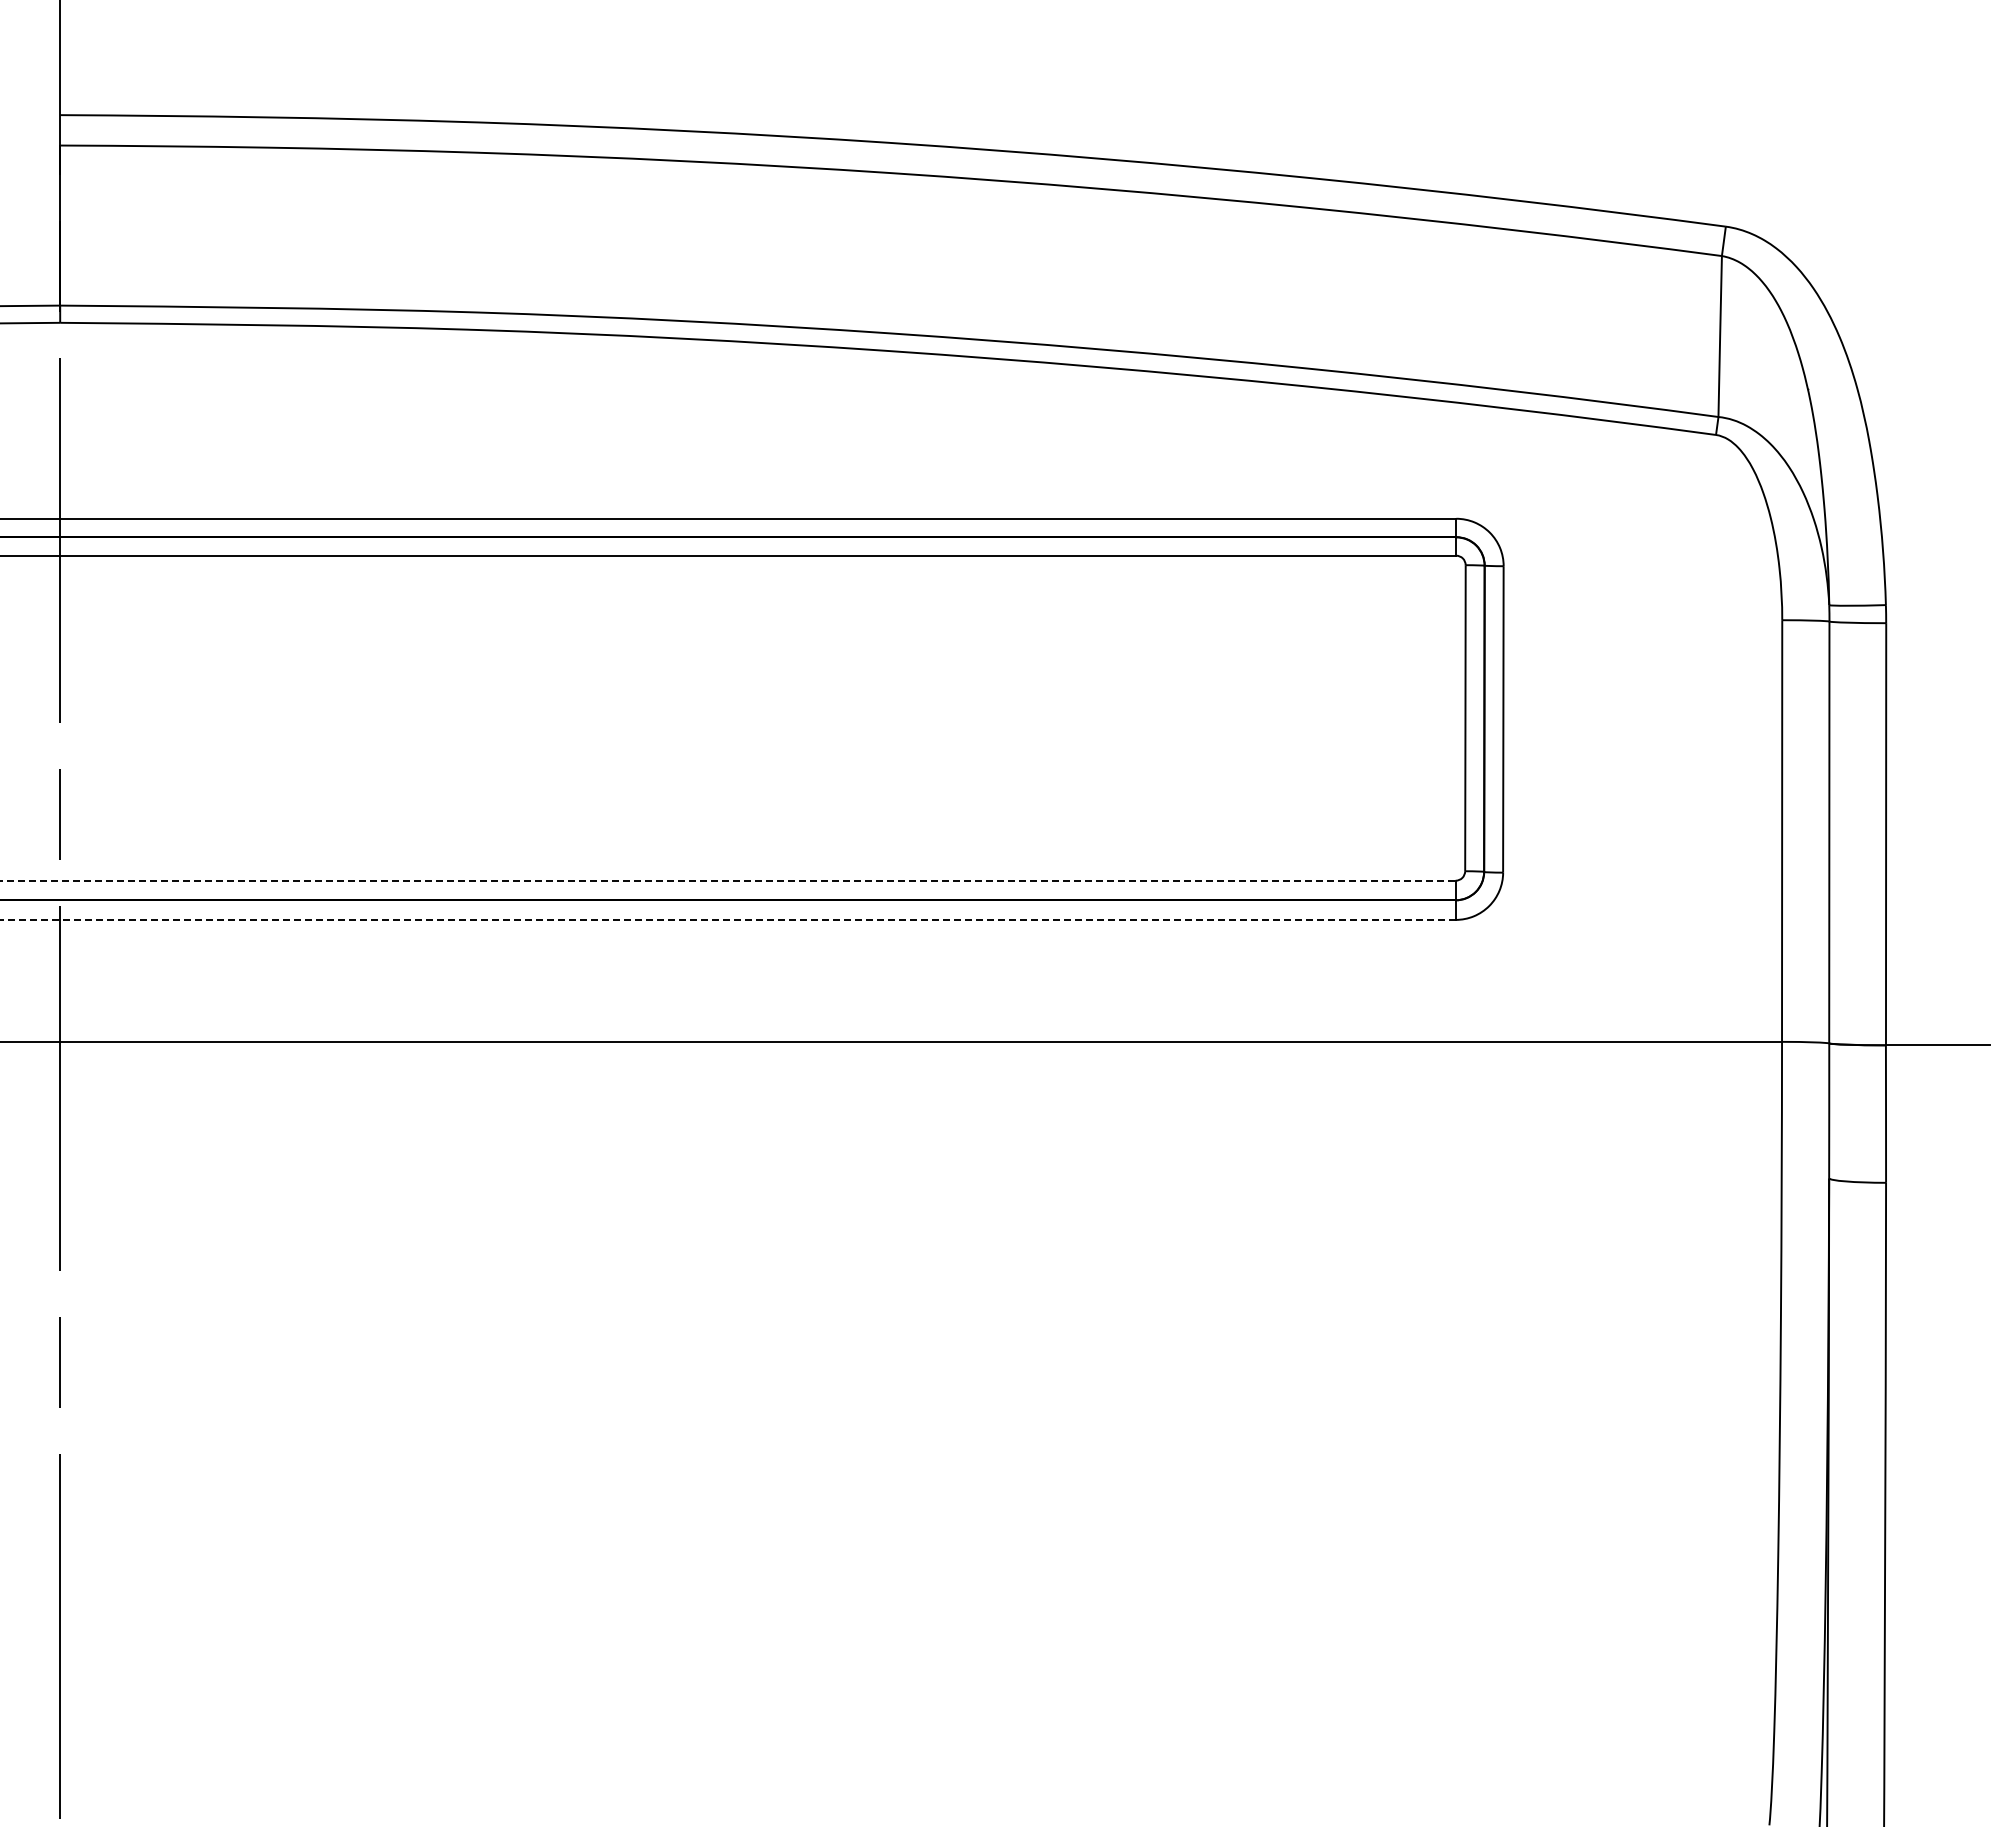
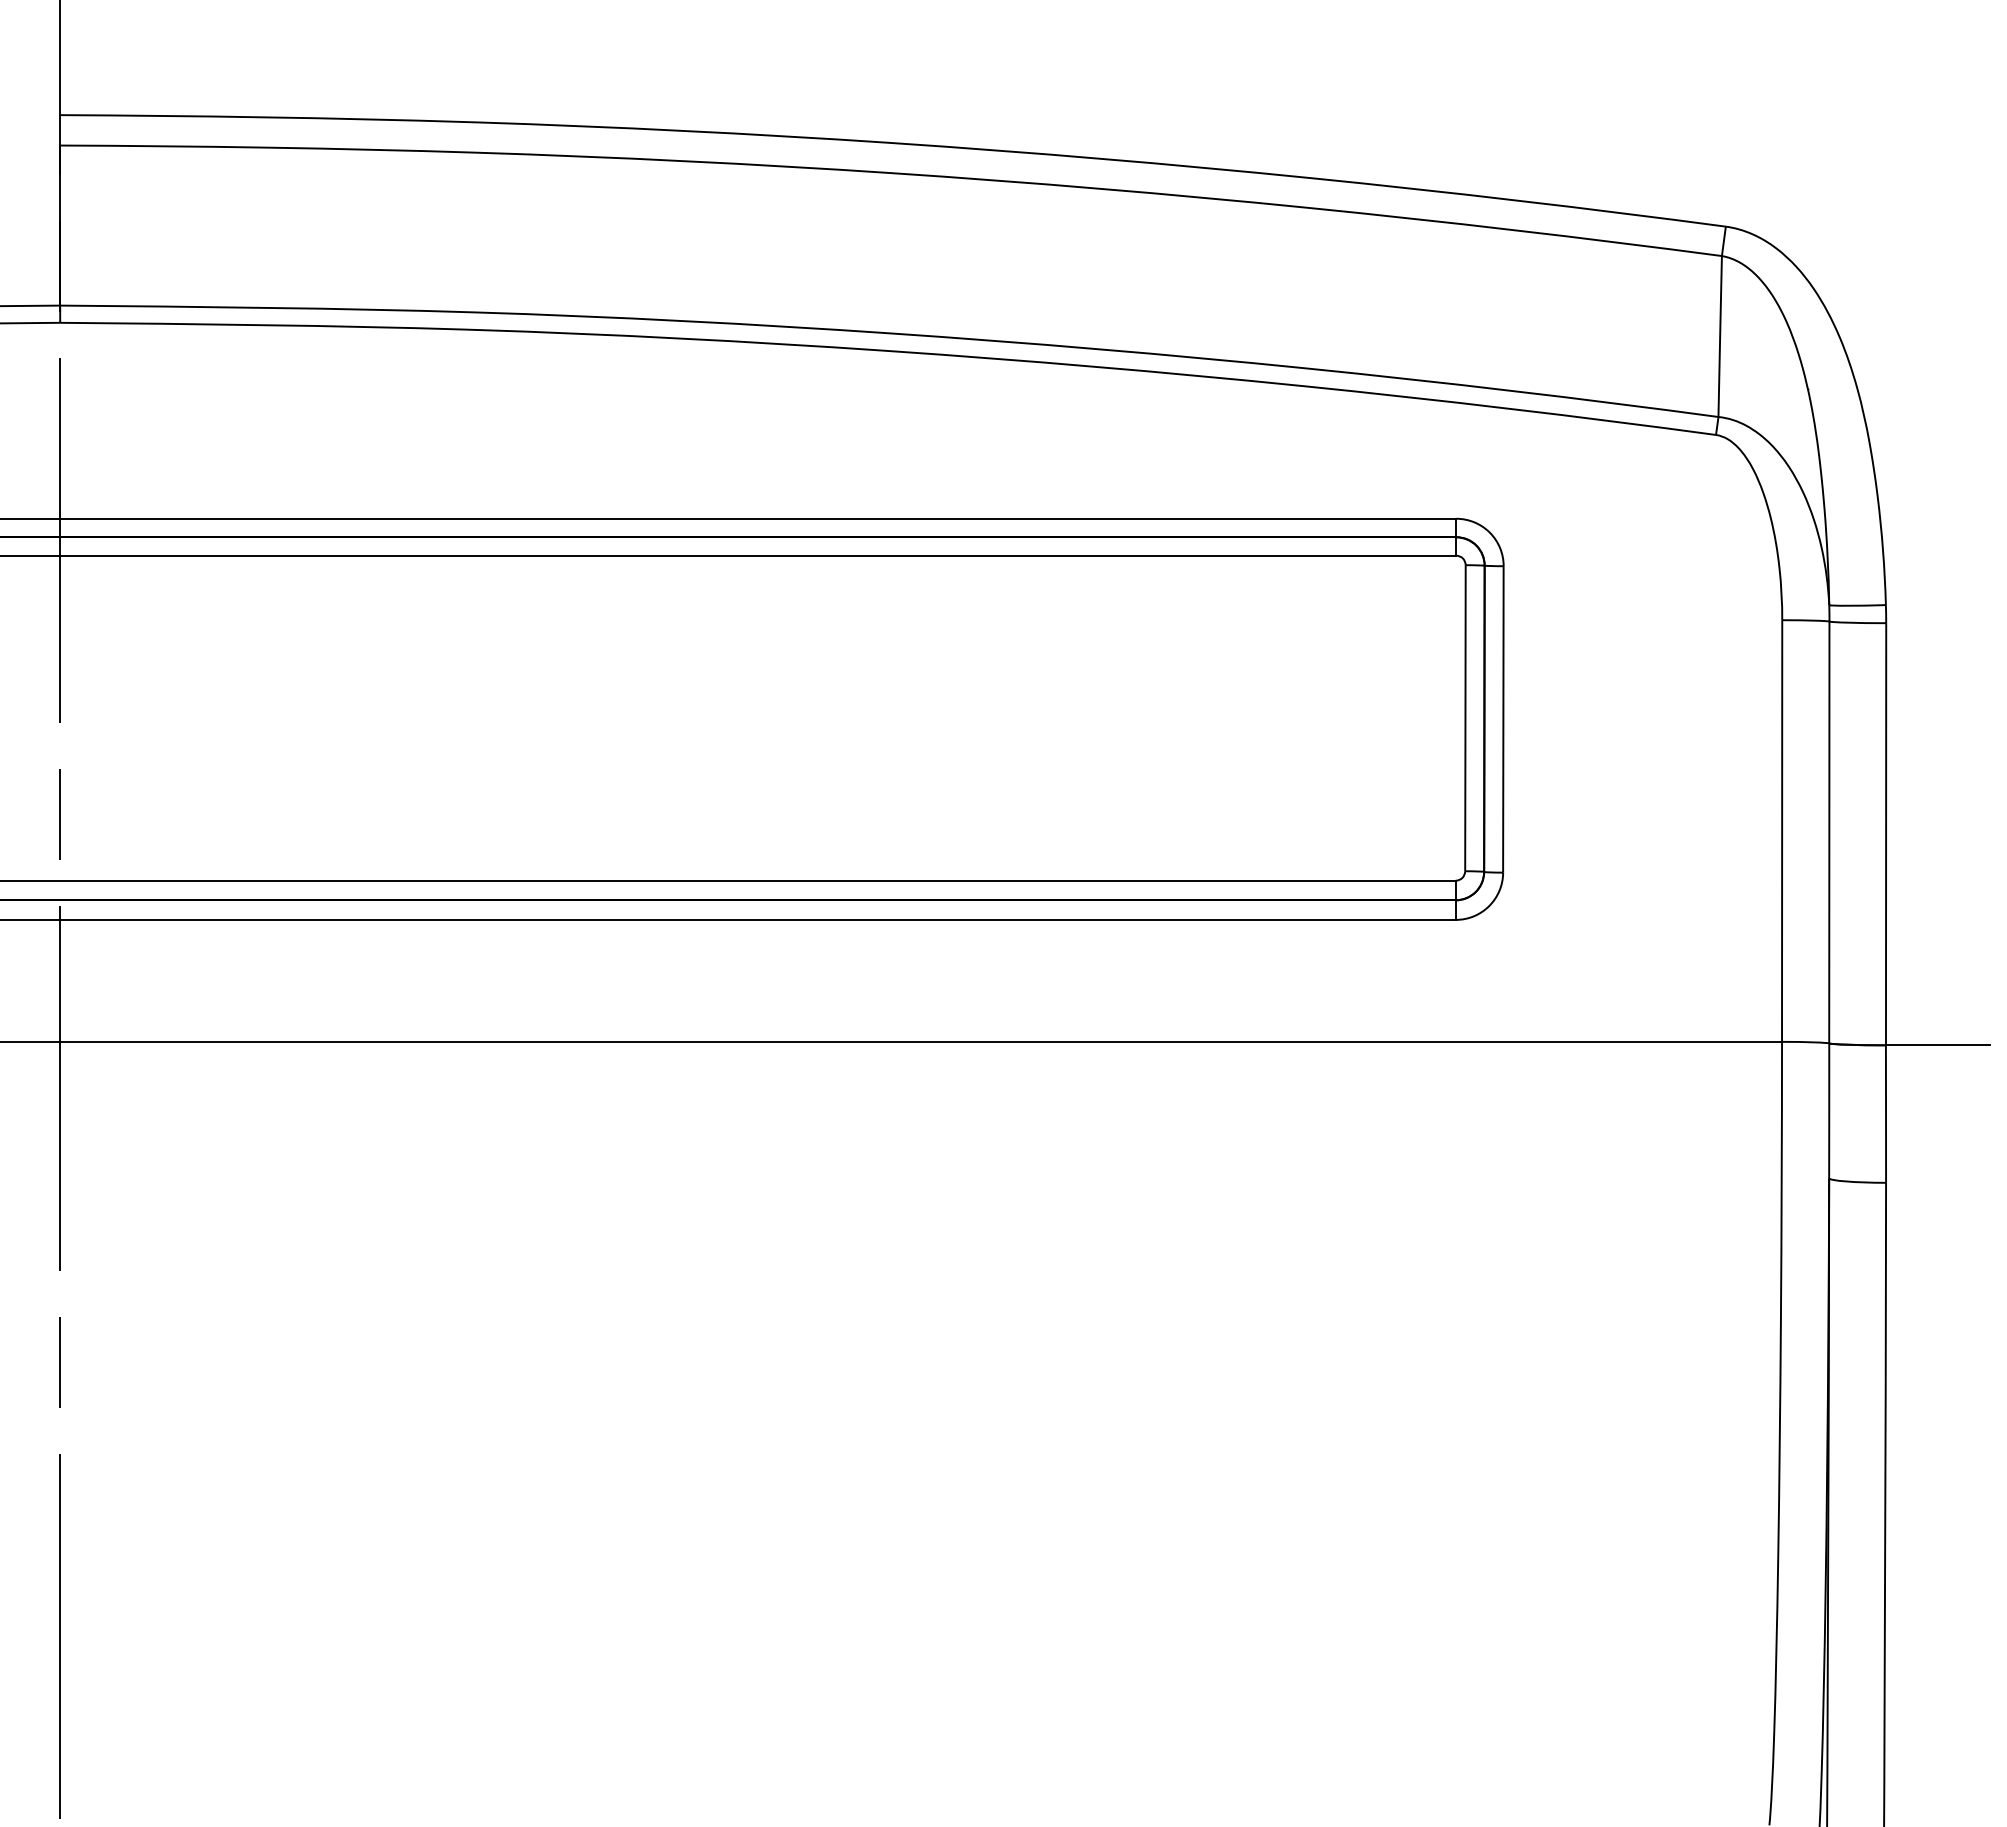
line at (728, 880): dashed -> solid
line at (727, 919): dashed -> solid
